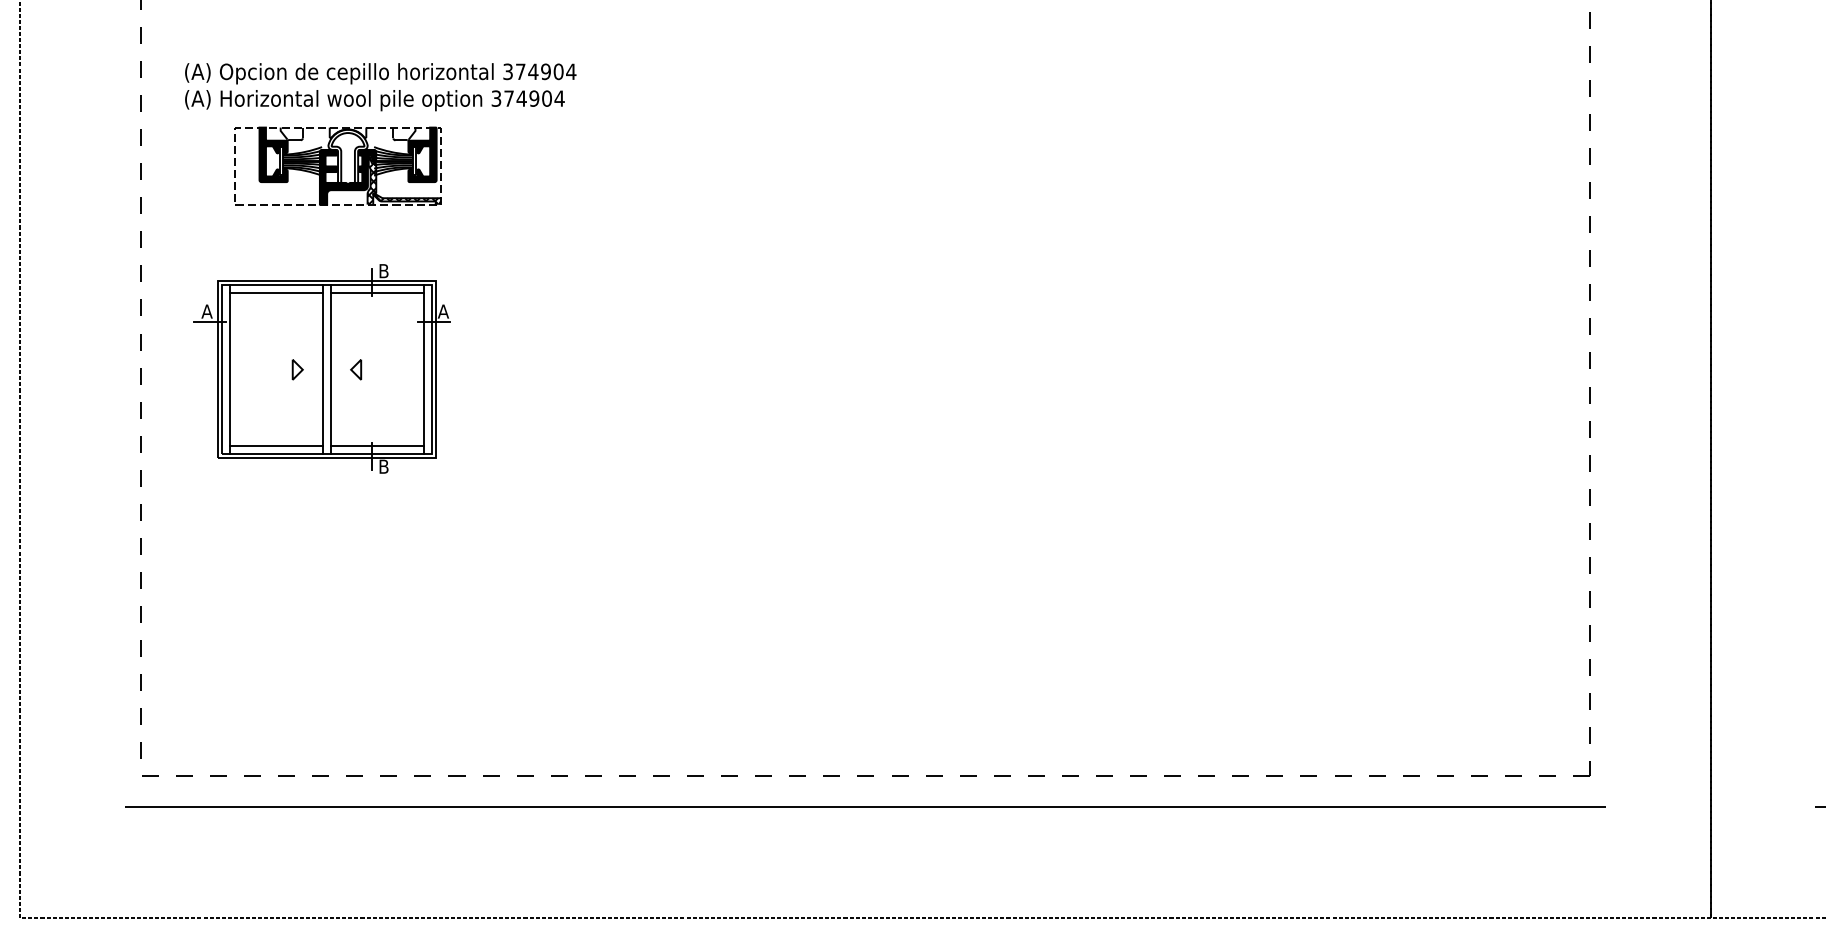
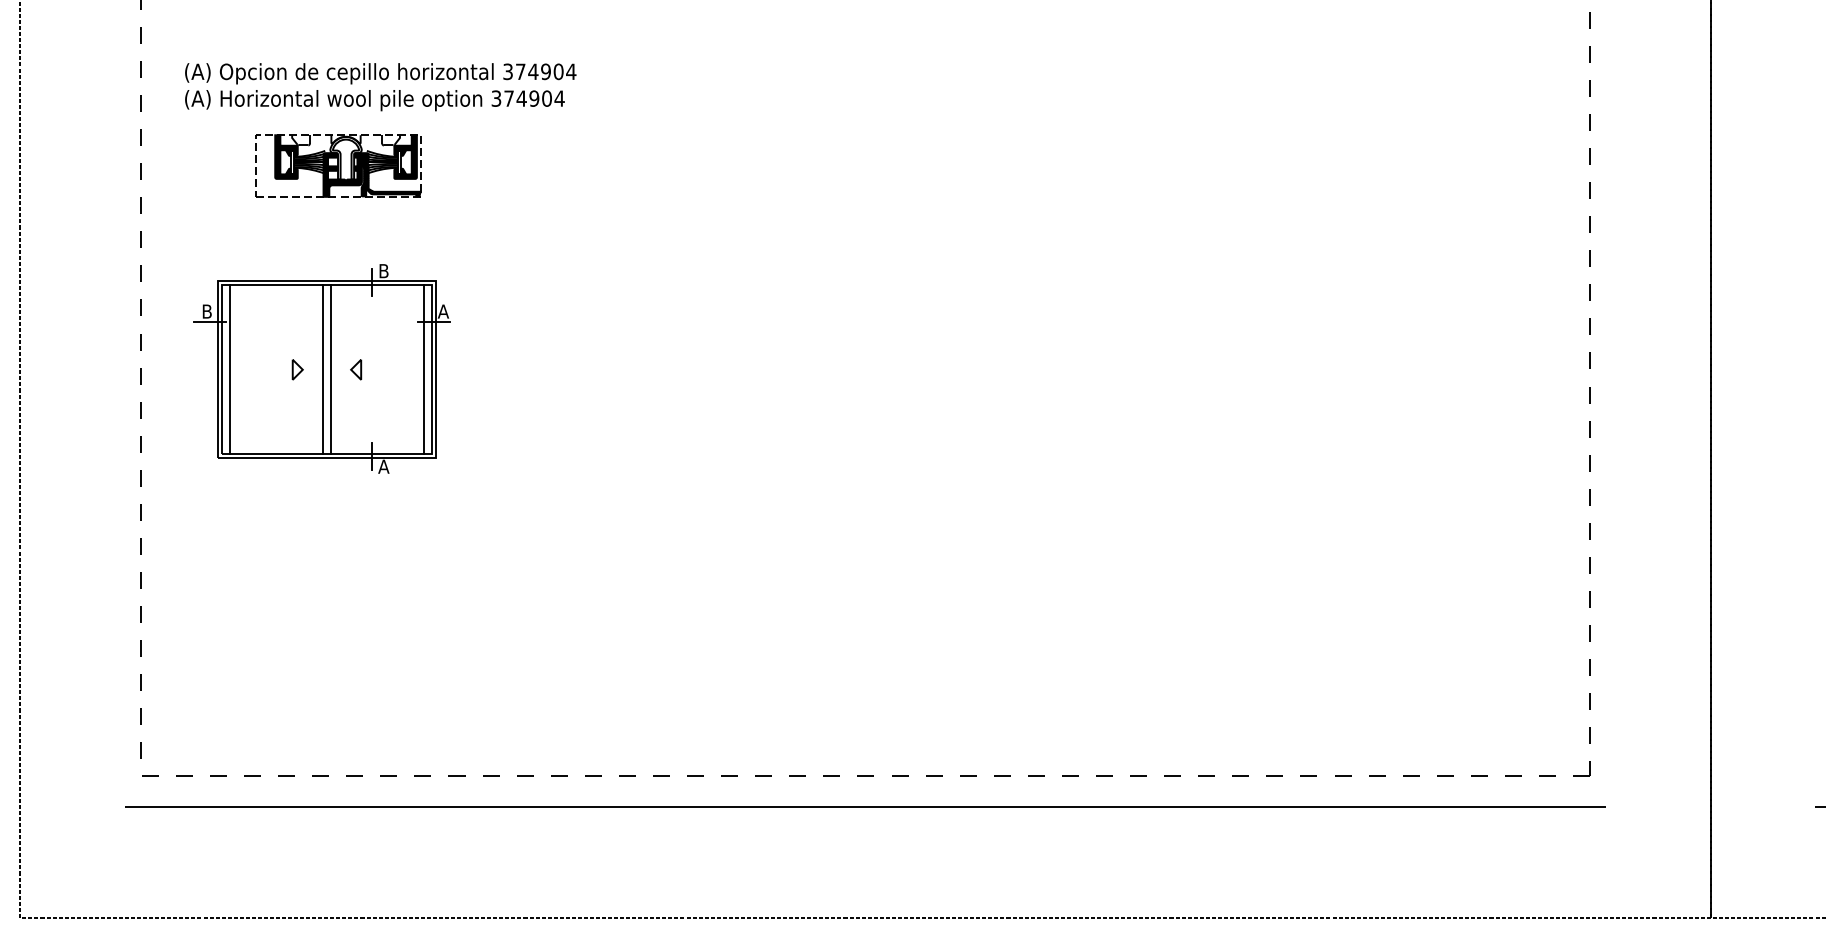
part at (337, 165) size: 208x80 px -> 167x64 px
line at (276, 293): present -> none
line at (376, 293): present -> none
text at (206, 311): A -> B
line at (276, 446): present -> none
line at (376, 446): present -> none
text at (383, 466): B -> A
